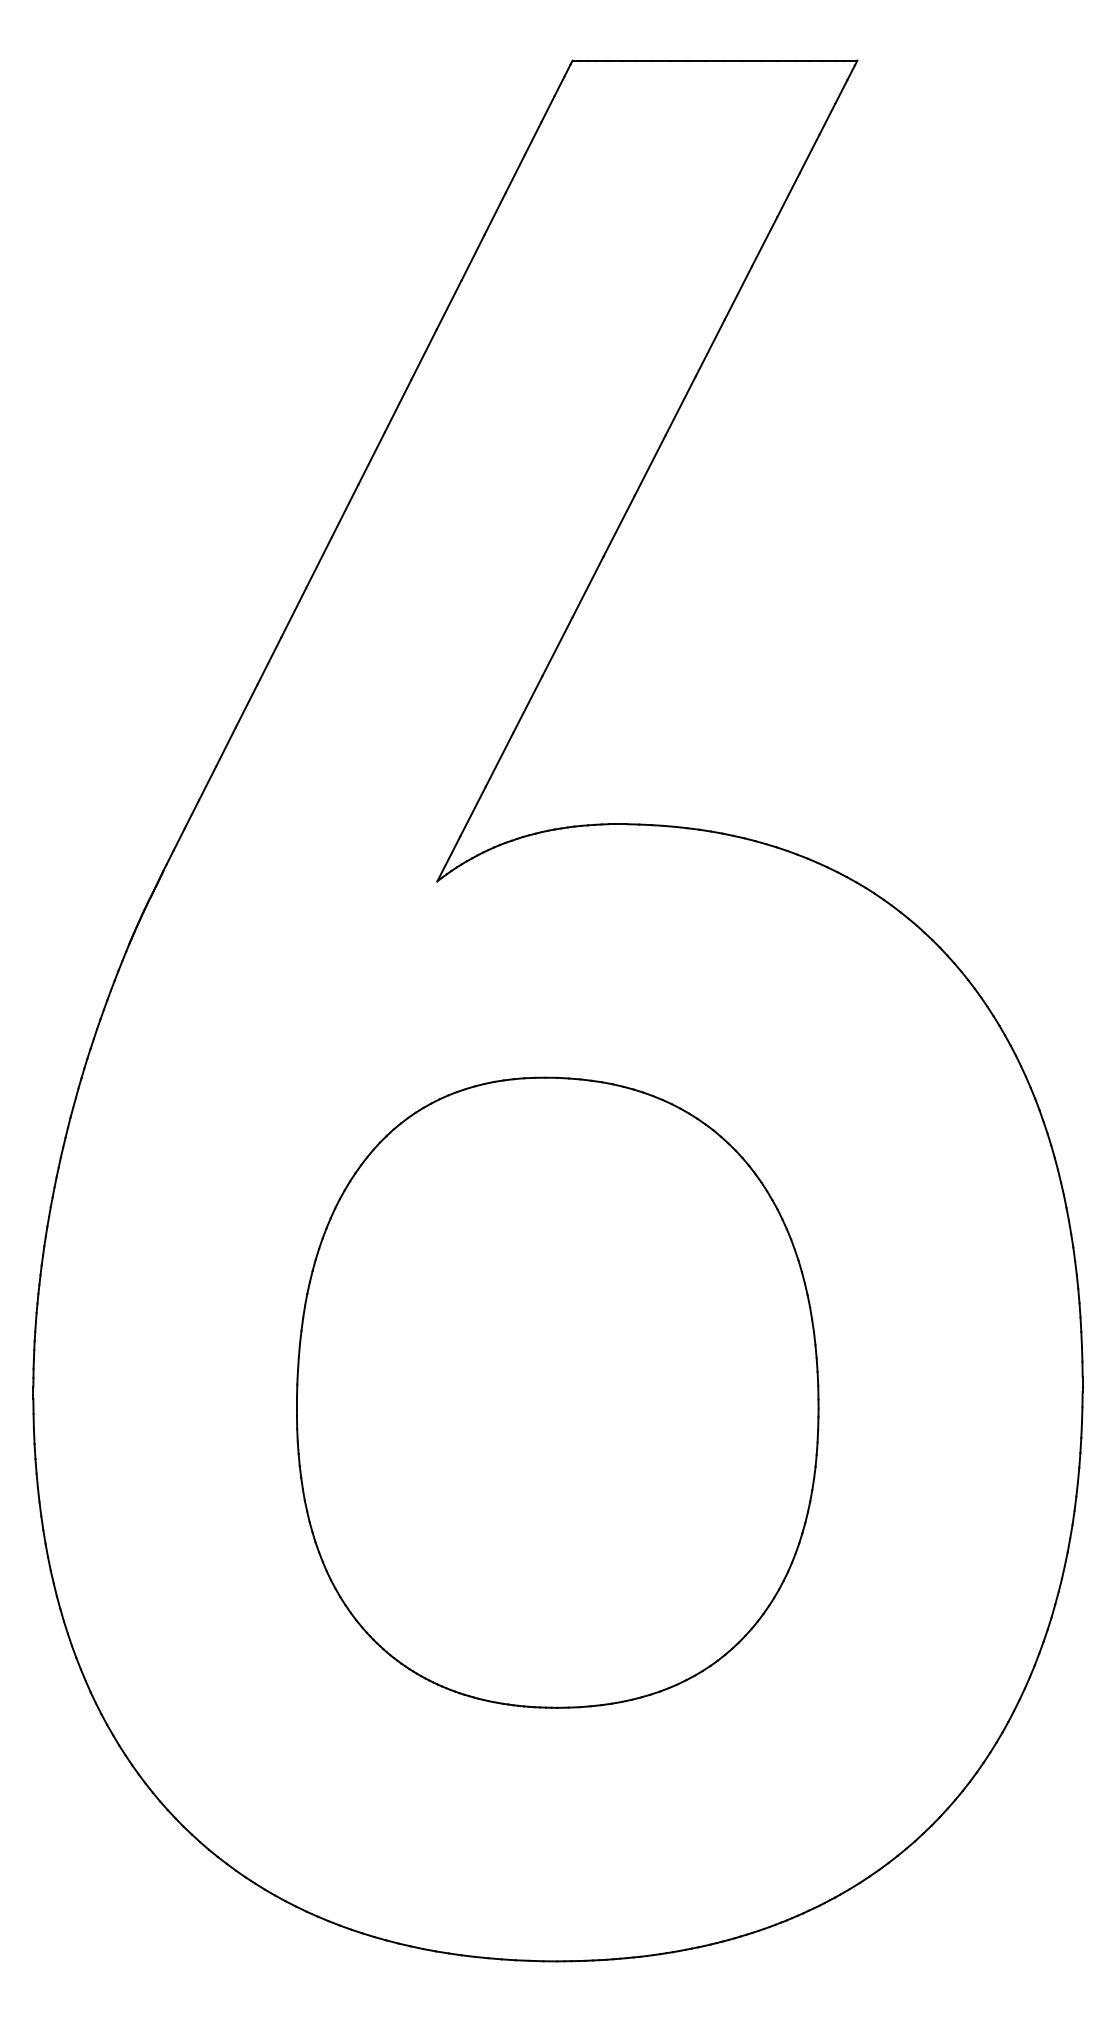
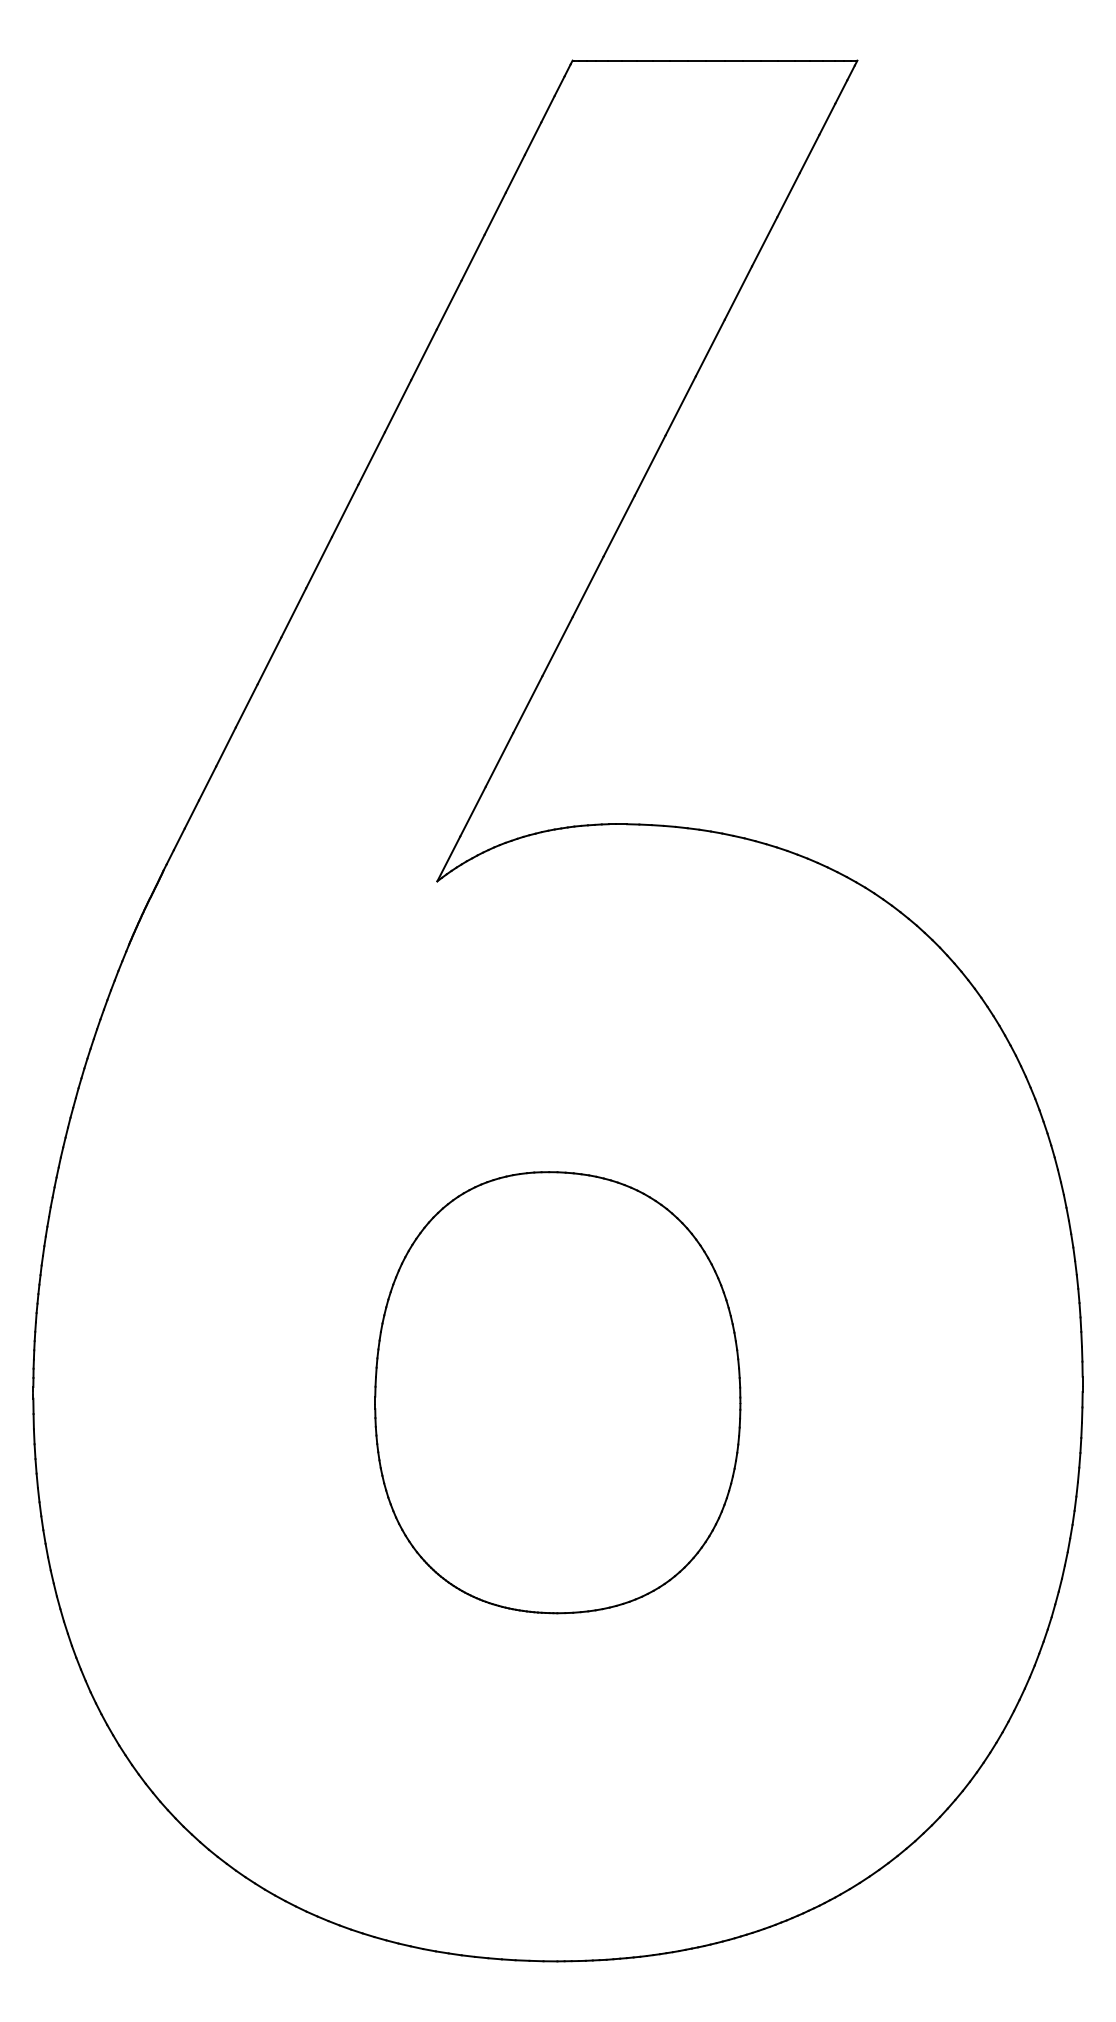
part at (557, 1392) size: 524x633 px -> 368x444 px
